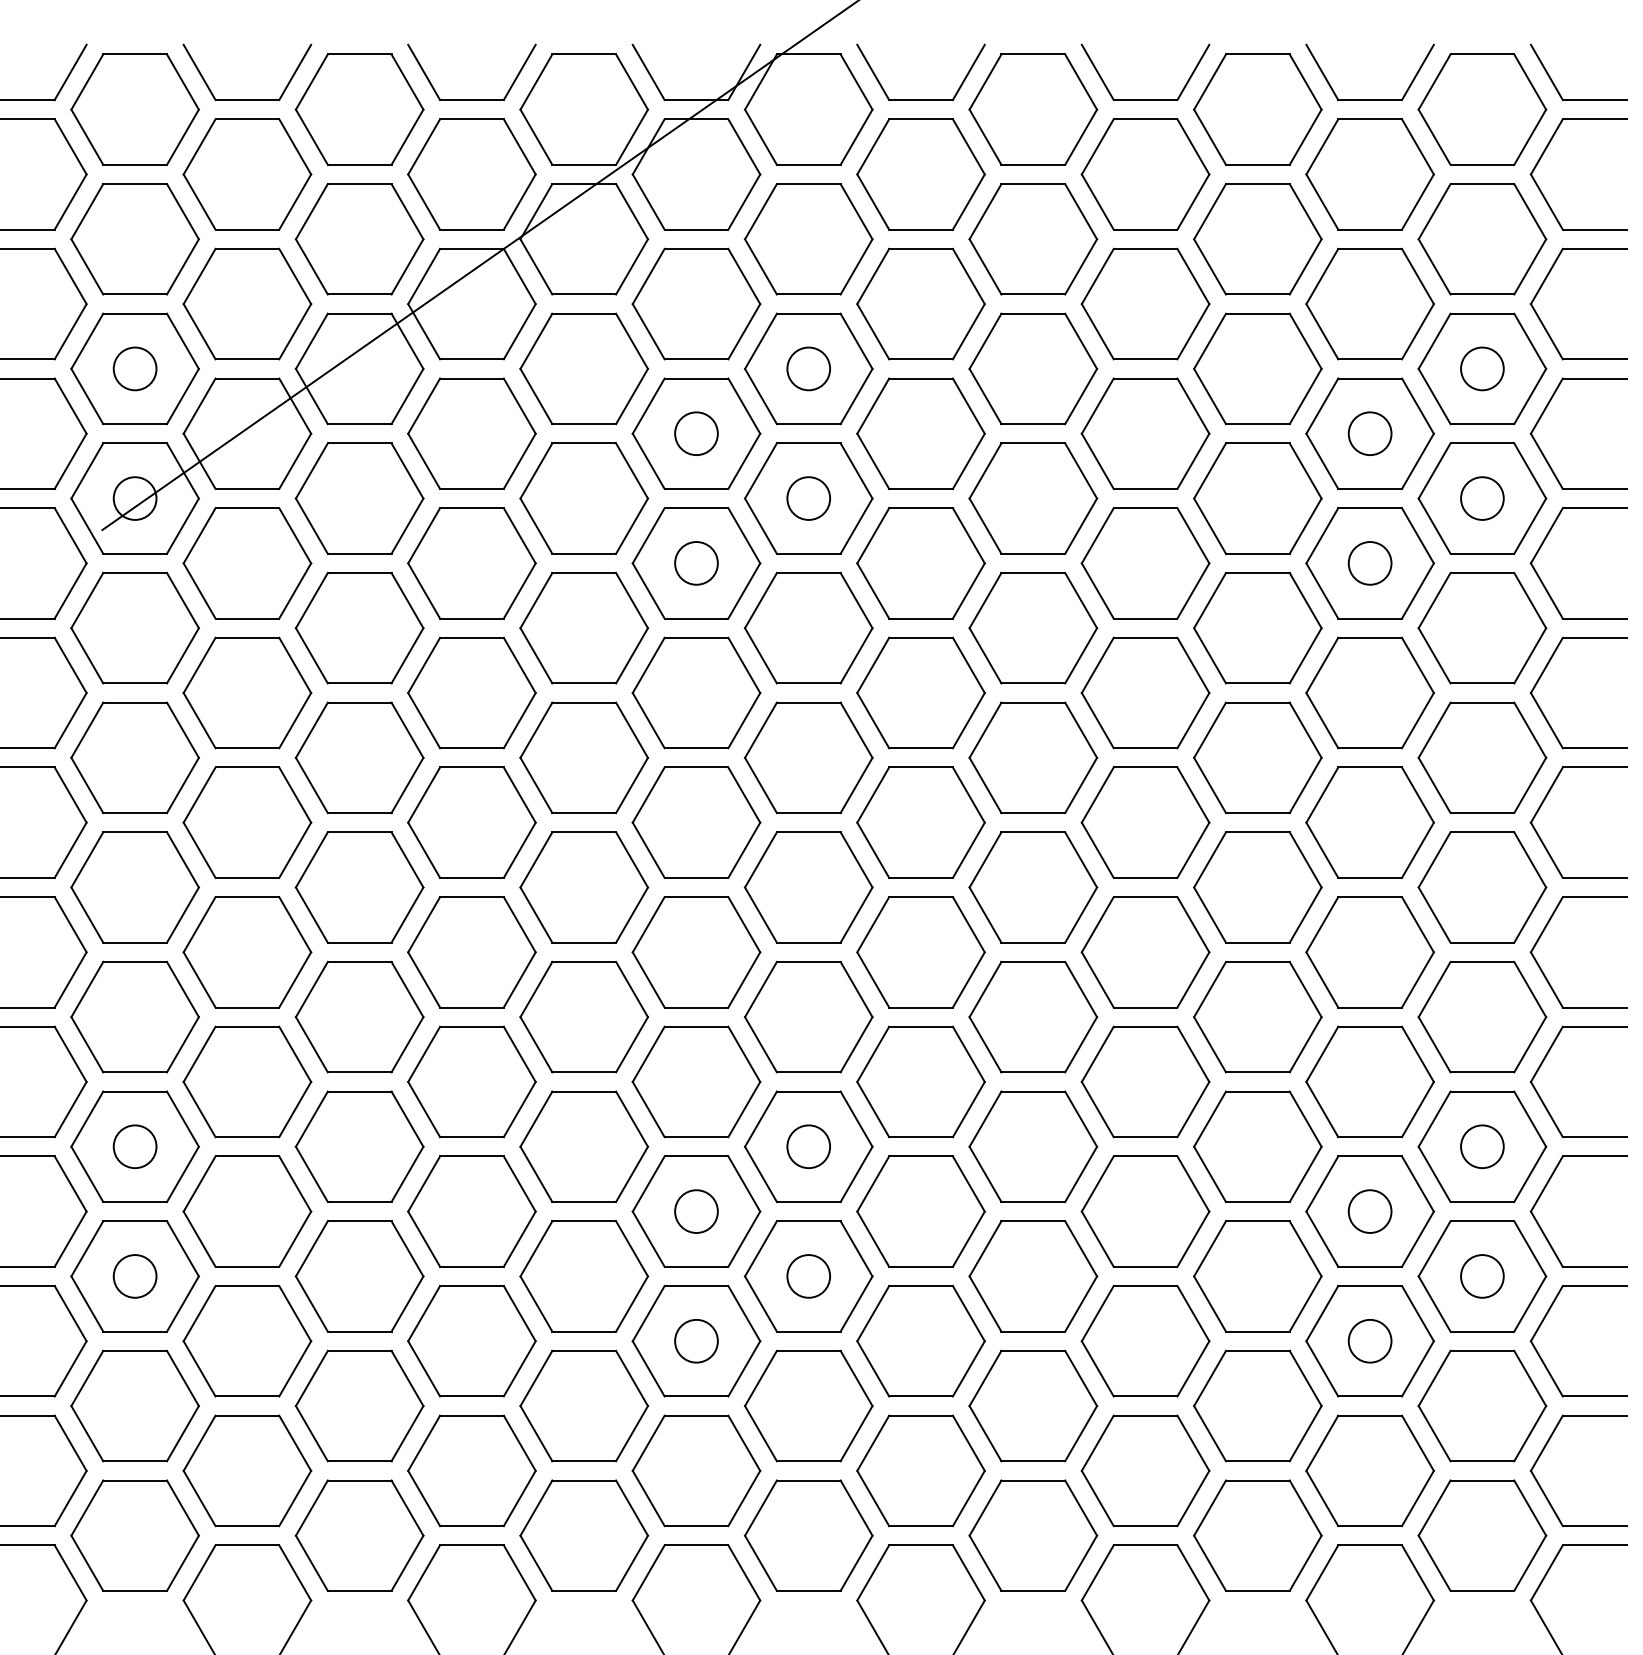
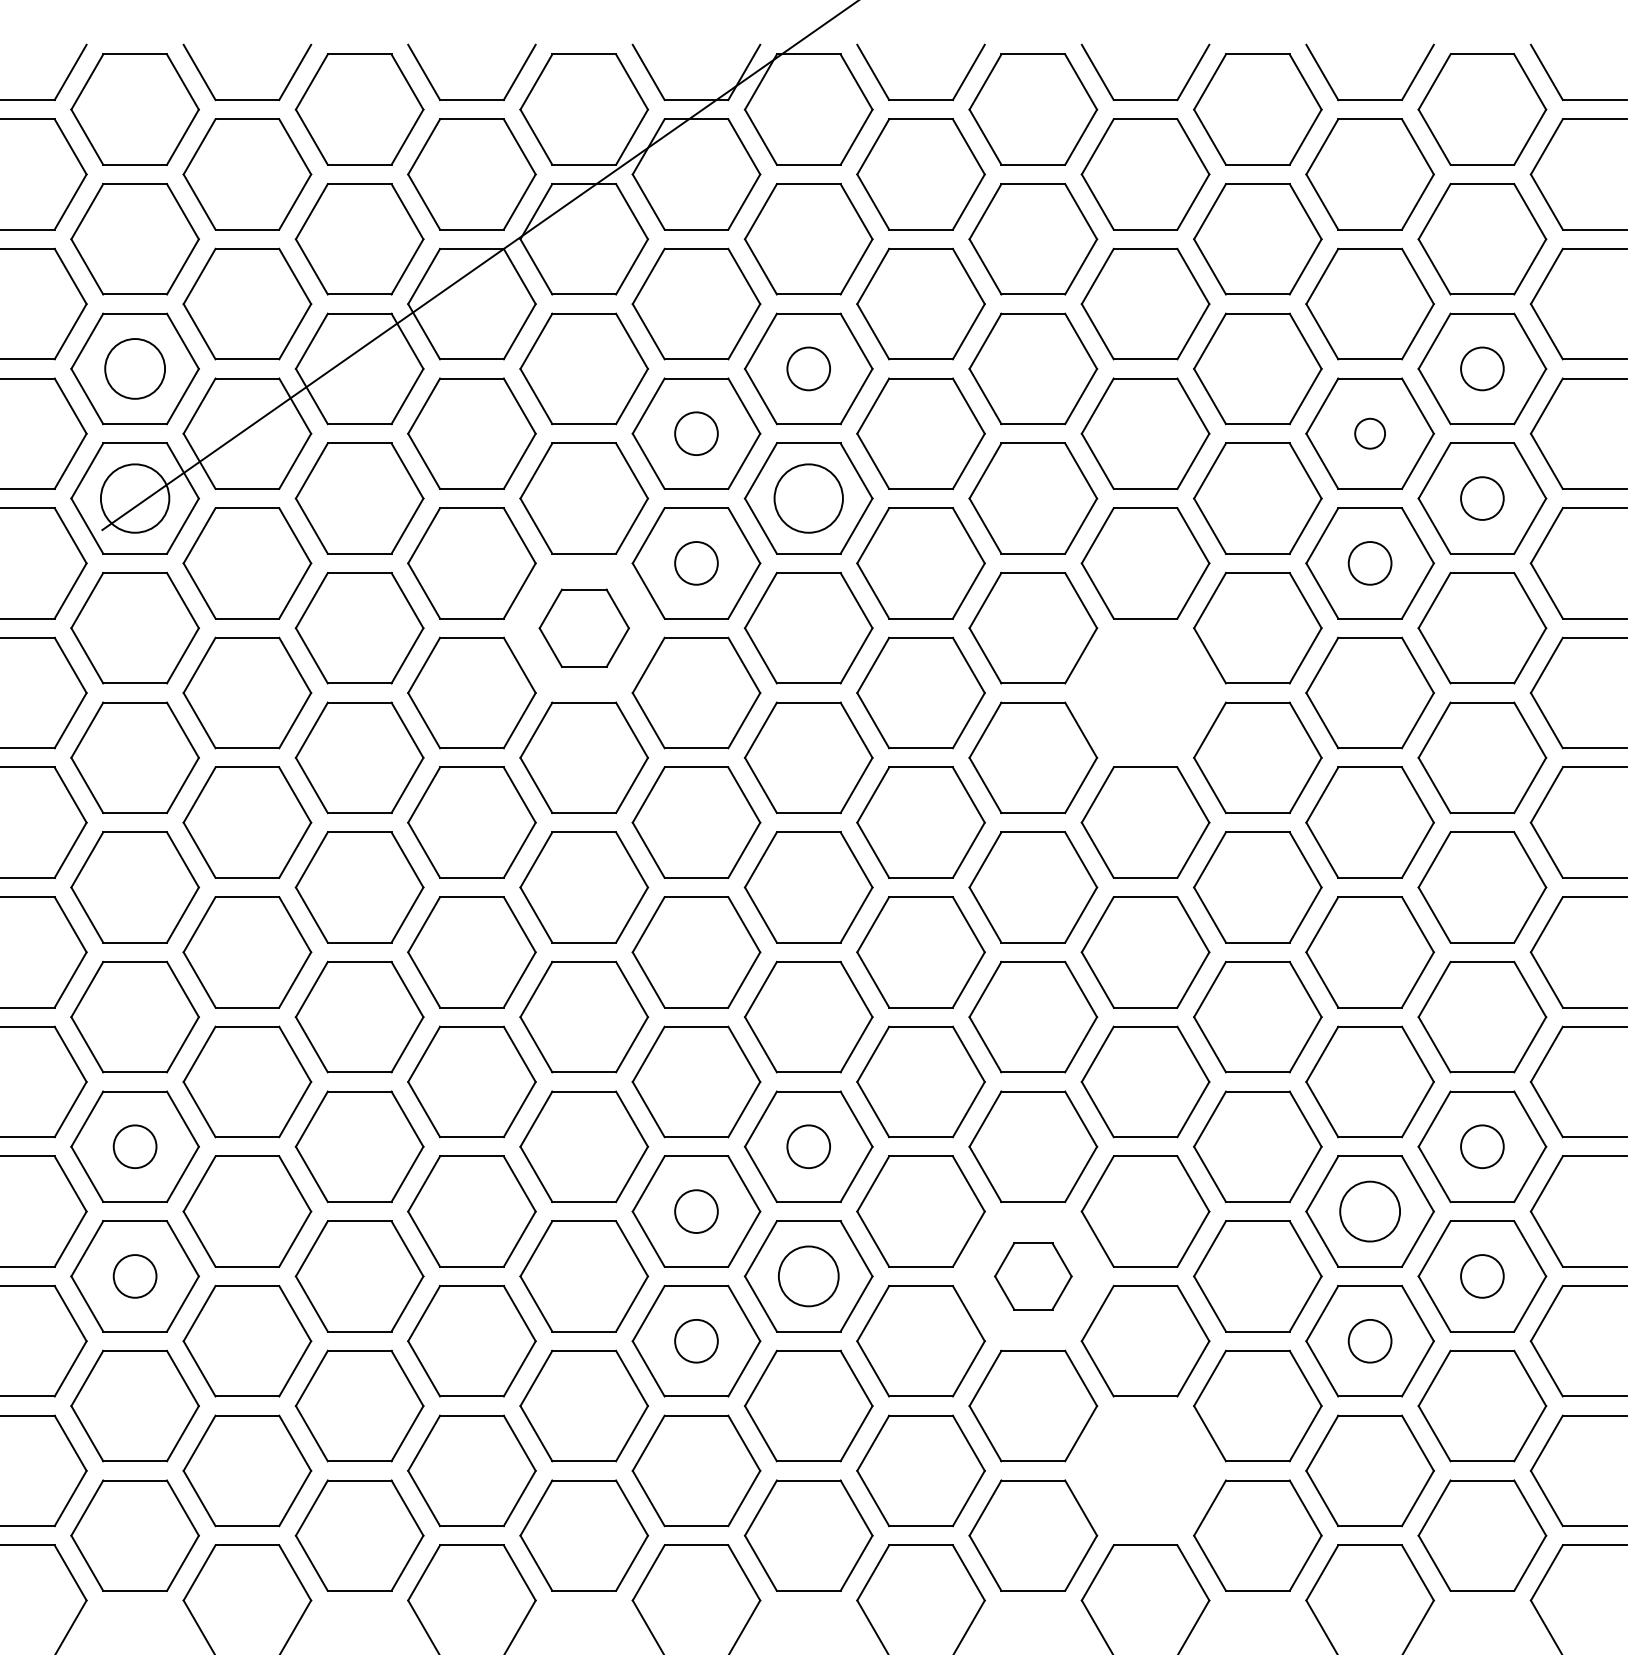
circle at (134, 368) diameter: 43 px -> 60 px
circle at (1369, 433) diameter: 43 px -> 30 px
circle at (134, 498) diameter: 43 px -> 68 px
circle at (808, 498) diameter: 43 px -> 68 px
part at (584, 628) size: 131x113 px -> 92x80 px
part at (1145, 692): present -> none
circle at (1369, 1211) diameter: 43 px -> 60 px
circle at (808, 1276) diameter: 43 px -> 60 px
part at (1033, 1276) size: 131x113 px -> 79x69 px
part at (1145, 1470): present -> none
